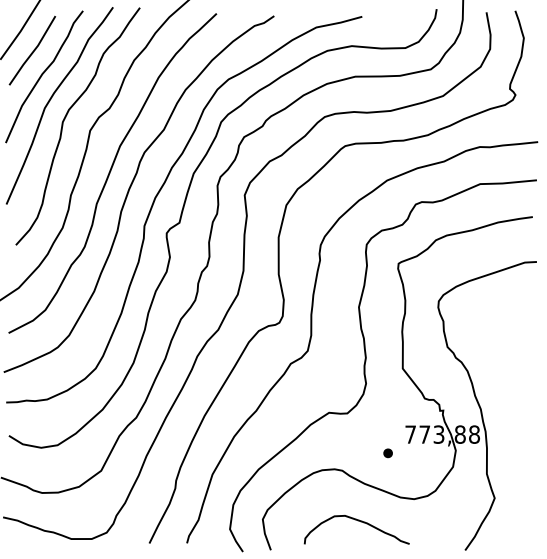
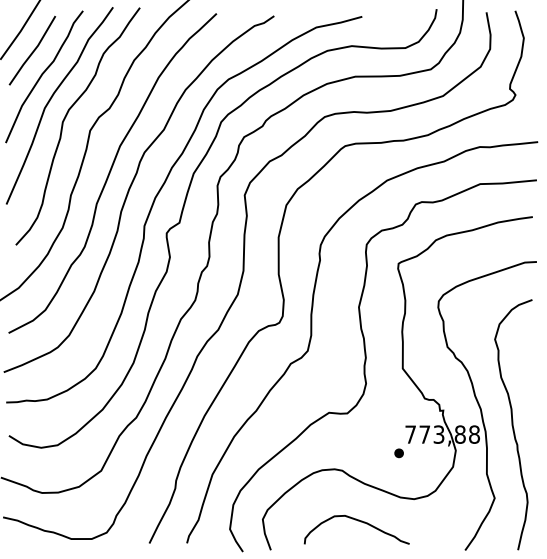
curve at (513, 424): none -> present
part at (387, 453) position: (387, 453) -> (398, 453)
